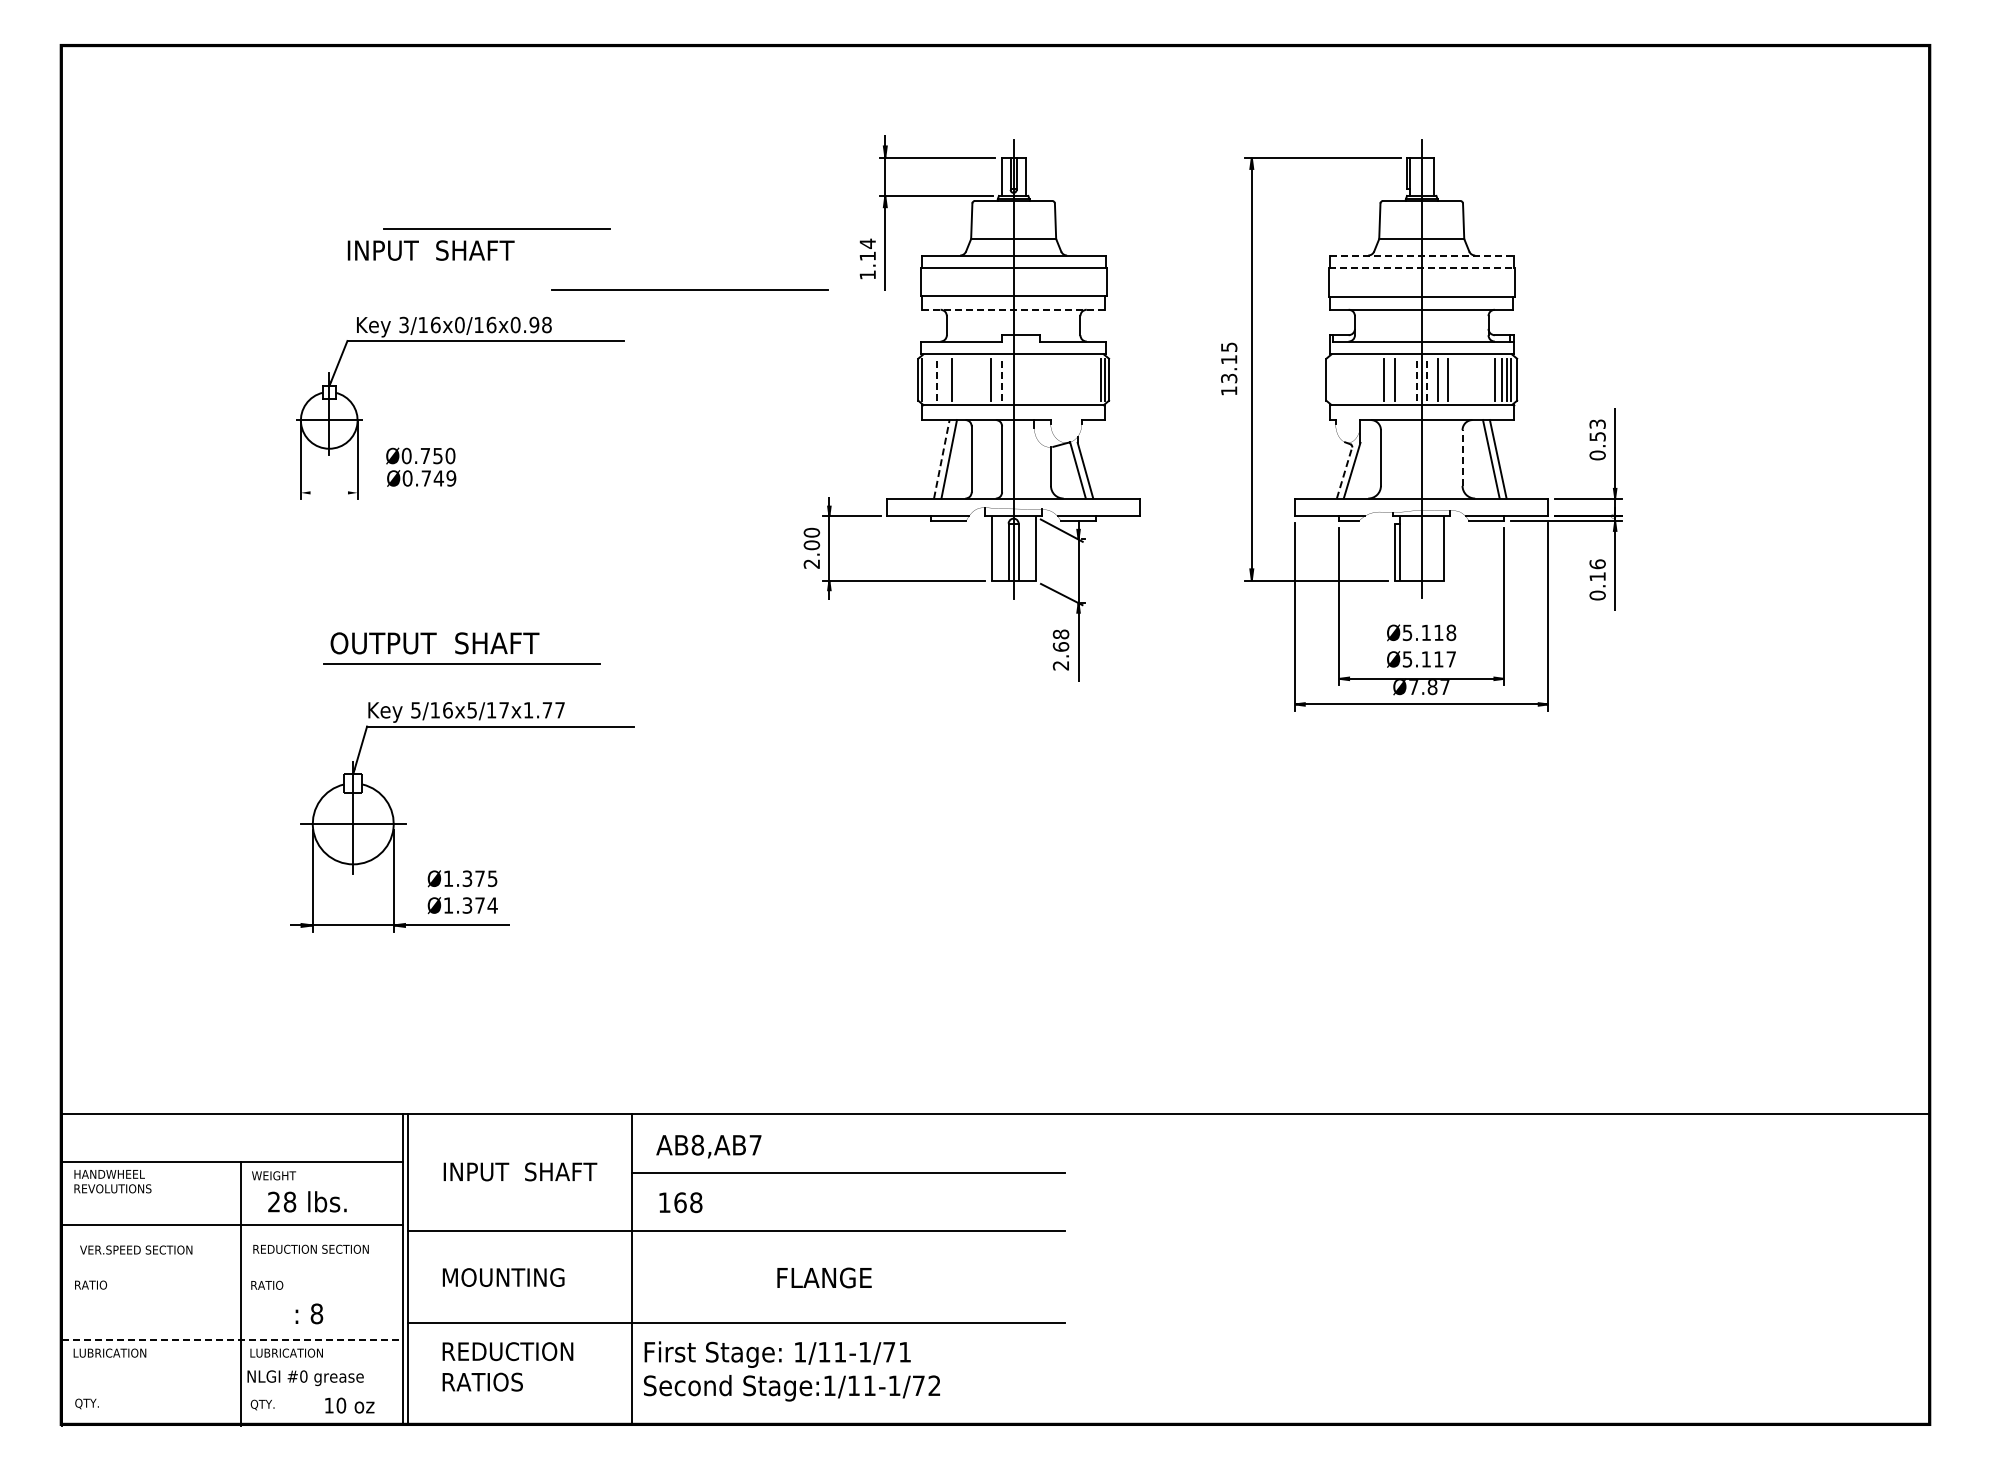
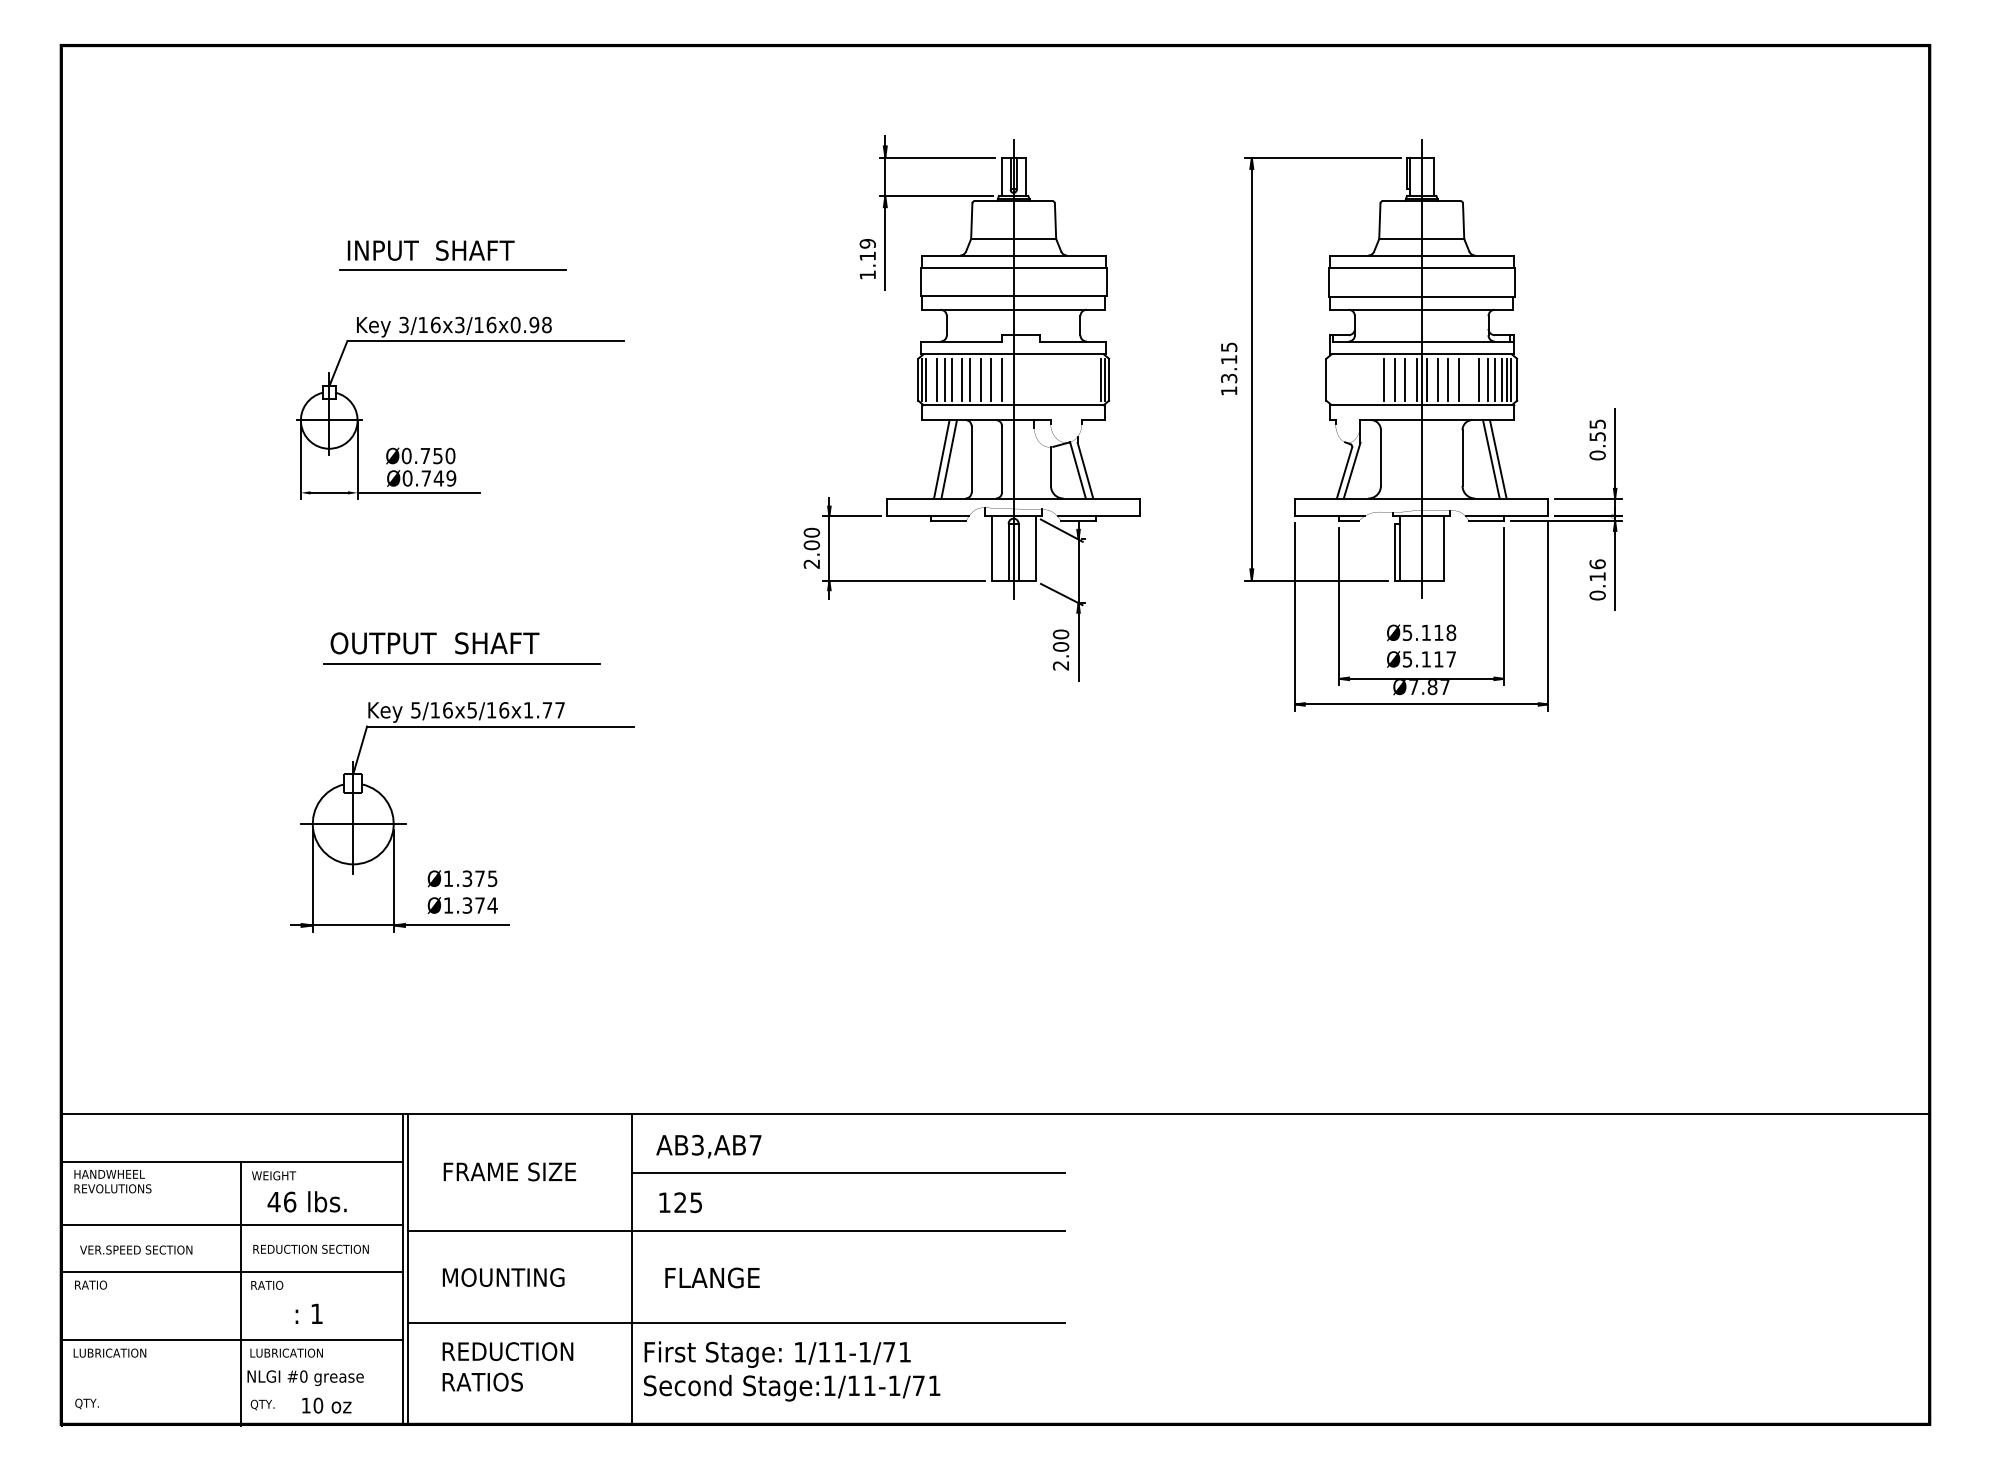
line at (496, 228) position: (496, 228) -> (452, 269)
text at (867, 243): 1.14 -> 1.19
line at (1421, 255): dashed -> solid
line at (1422, 268): dashed -> solid
line at (689, 289): present -> none
line at (1014, 309): dashed -> solid
text at (459, 324): 3/16x0/16x0.98 -> 3/16x3/16x0.98
line at (925, 379): none -> present
line at (937, 379): dashed -> solid
line at (944, 379): none -> present
line at (961, 379): none -> present
line at (970, 379): none -> present
line at (980, 379): none -> present
line at (1002, 379): dashed -> solid
line at (1405, 379): none -> present
line at (1416, 379): dashed -> solid
line at (1426, 379): dashed -> solid
line at (1459, 379): none -> present
line at (1479, 379): none -> present
line at (1487, 379): none -> present
text at (1596, 423): 0.53 -> 0.55
line at (941, 458): dashed -> solid
line at (1462, 458): dashed -> solid
line at (1344, 473): dashed -> solid
line at (328, 492): none -> present
line at (418, 492): none -> present
text at (1060, 640): 2.68 -> 2.00
text at (504, 710): 5/16x5/17x1.77 -> 5/16x5/16x1.77
text at (697, 1145): AB8,AB7 -> AB3,AB7
text at (521, 1171): INPUT  SHAFT -> FRAME SIZE
text at (281, 1201): 28 -> 46
text at (688, 1202): 168 -> 125
line at (232, 1271): none -> present
text at (824, 1277) position: (824, 1277) -> (712, 1277)
text at (316, 1313): 8 -> 1
line at (232, 1340): dashed -> solid
text at (934, 1385): Stage:1/11-1/72 -> Stage:1/11-1/71
text at (349, 1405) position: (349, 1405) -> (326, 1405)
